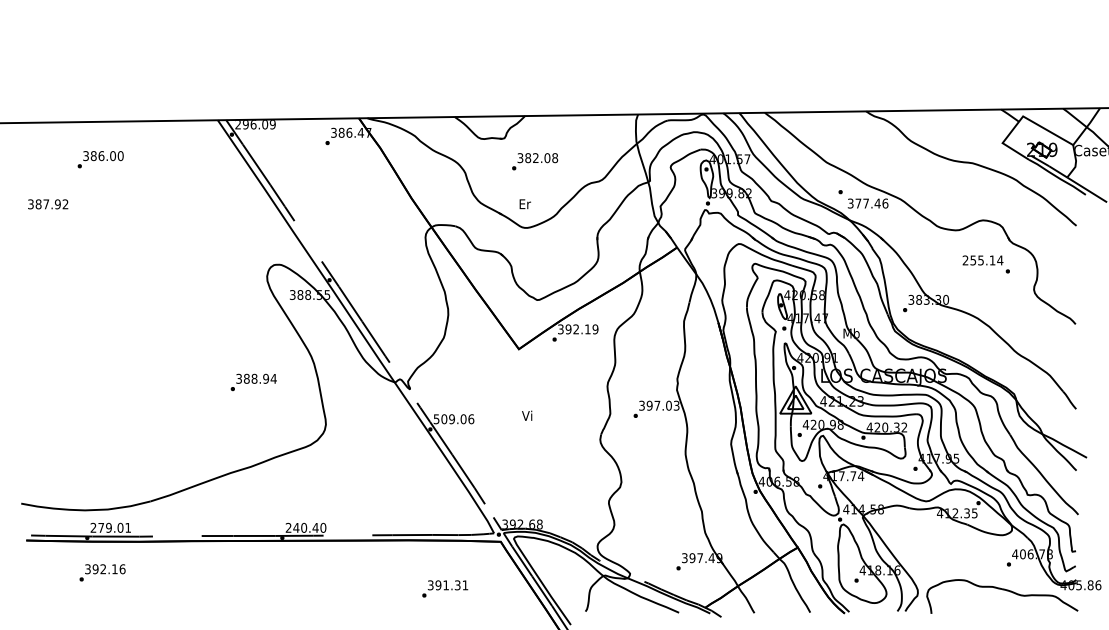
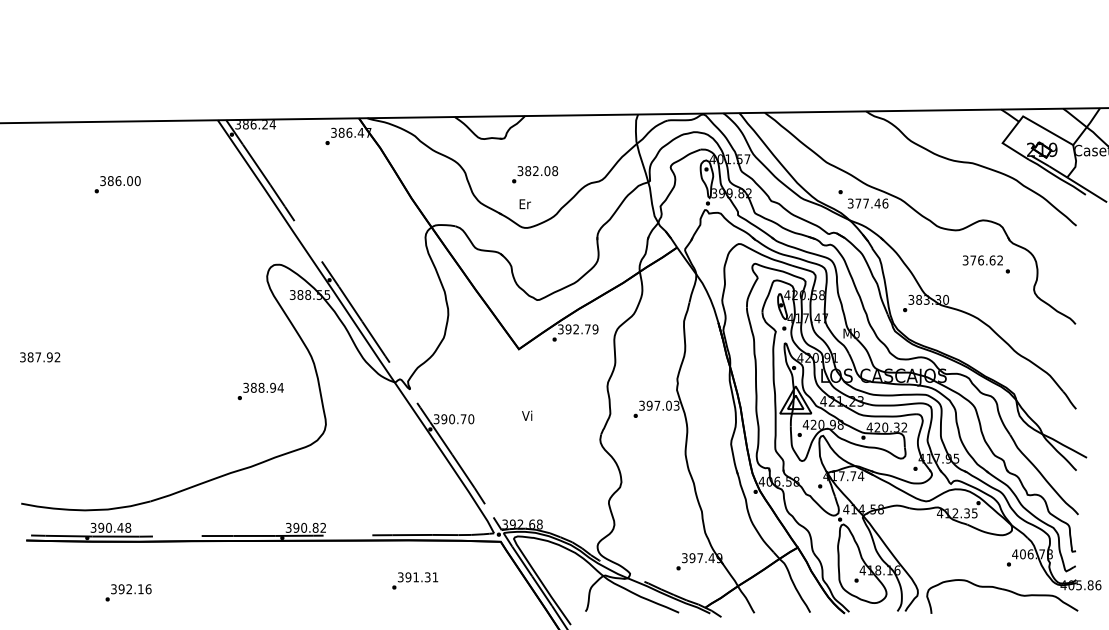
text at (255, 124): 296.09 -> 386.24
text at (100, 159) position: (100, 159) -> (117, 184)
text at (535, 161) position: (535, 161) -> (535, 174)
text at (48, 204) position: (48, 204) -> (40, 357)
text at (982, 260): 255.14 -> 376.62
text at (587, 329): 392.19 -> 392.79
text at (253, 382) position: (253, 382) -> (260, 391)
text at (454, 419): 509.06 -> 390.70
text at (110, 527): 279.01 -> 390.48
text at (305, 527): 240.40 -> 390.82
text at (102, 572) position: (102, 572) -> (128, 592)
text at (445, 588) position: (445, 588) -> (415, 580)
